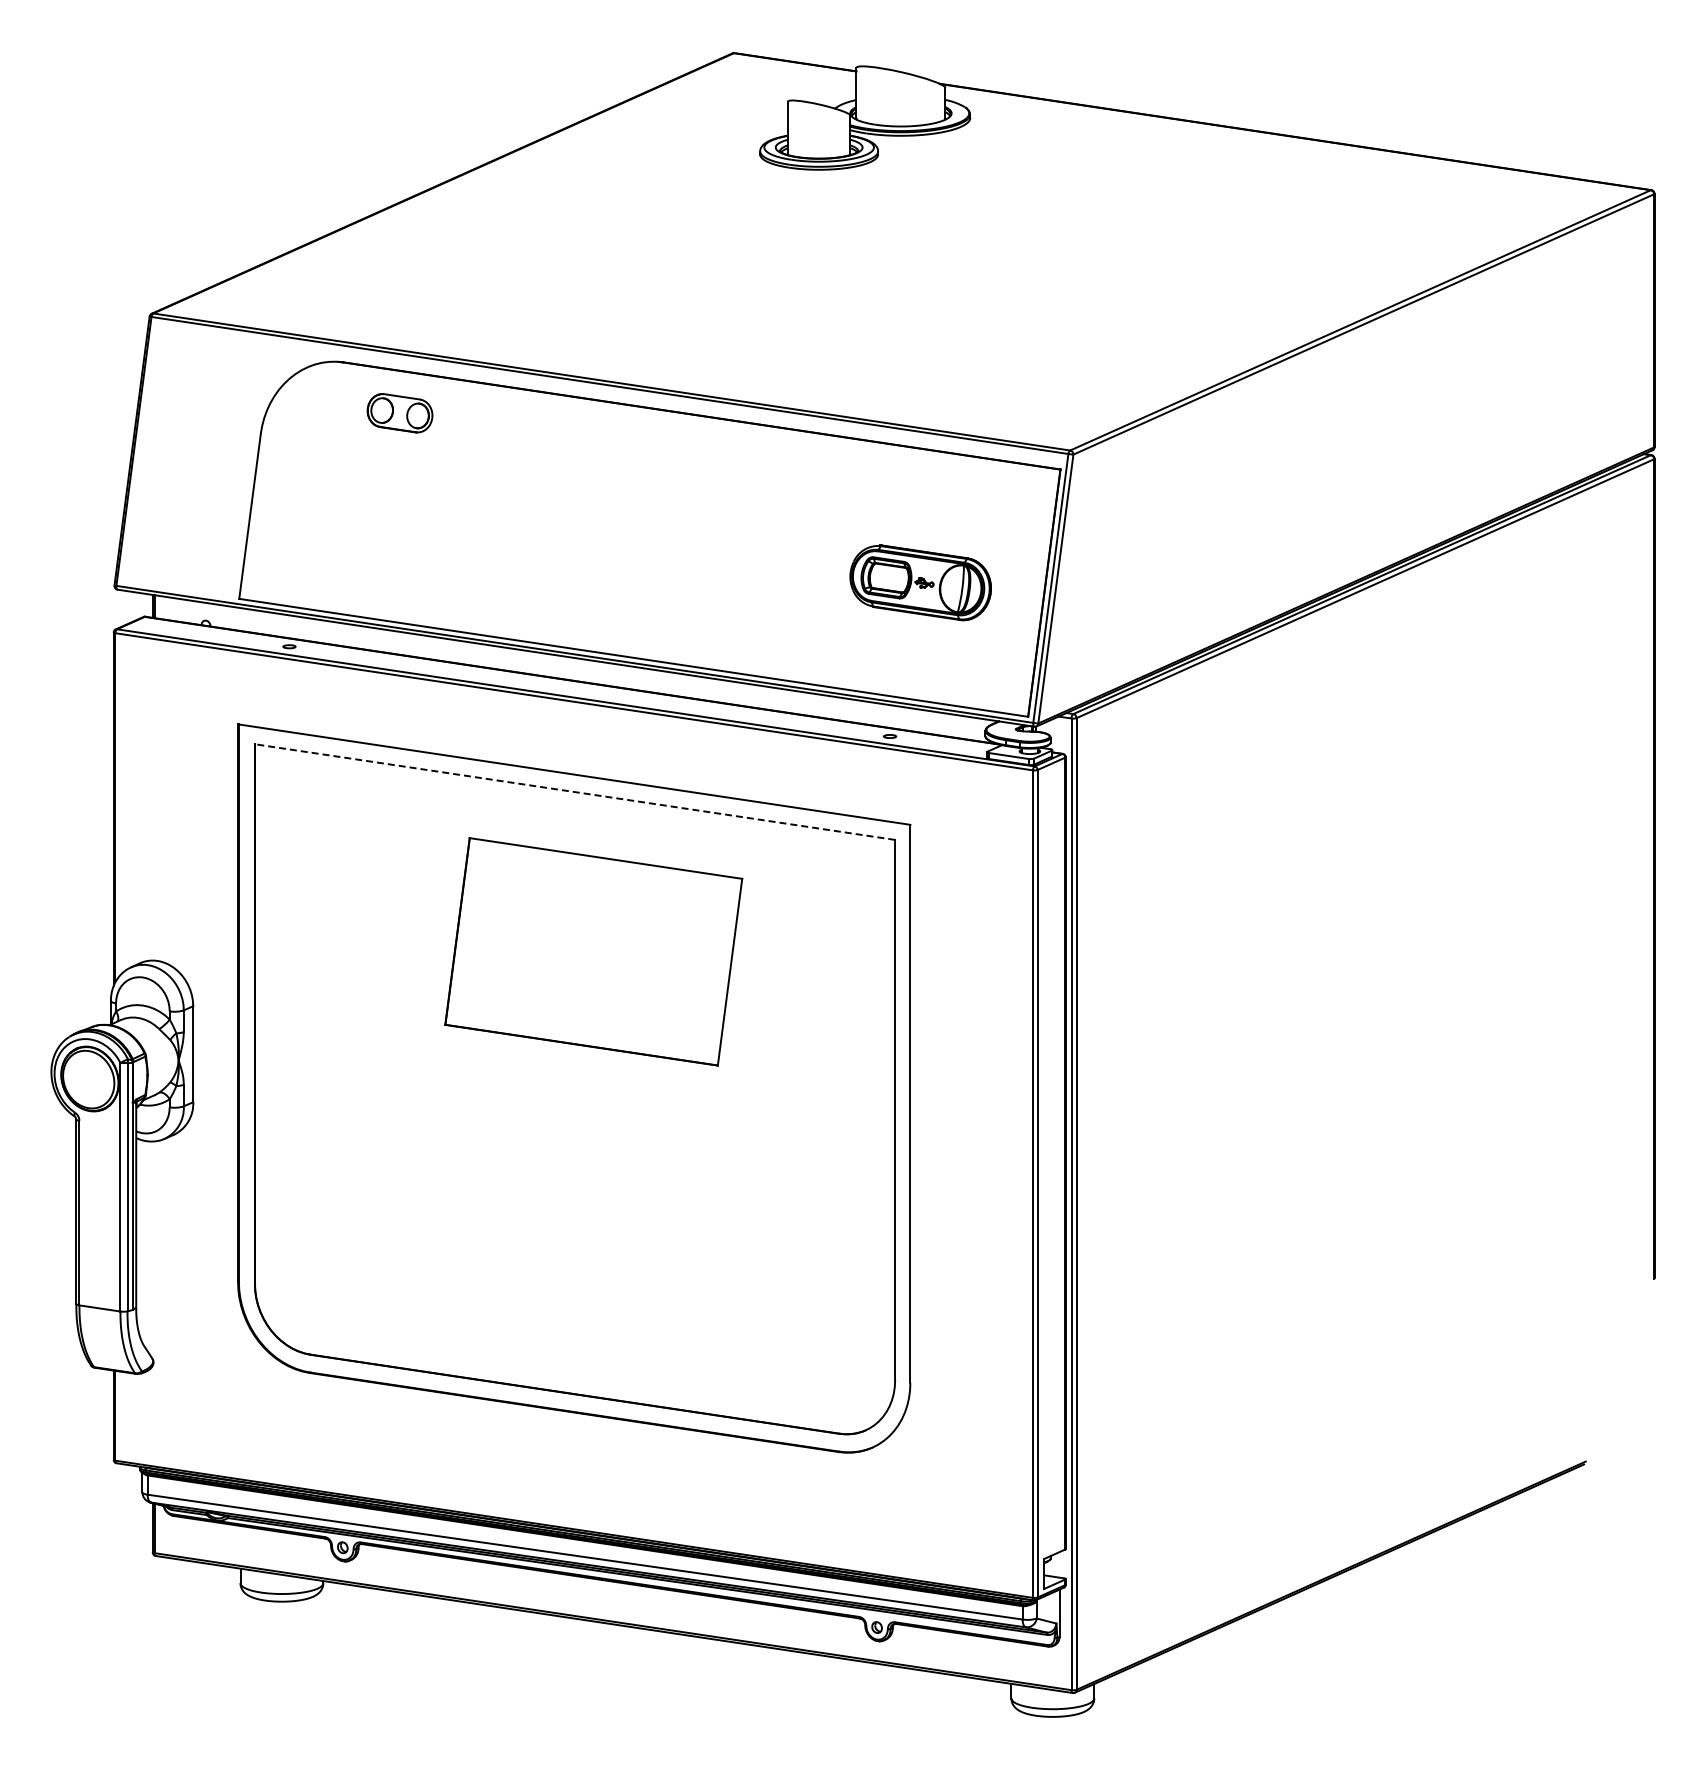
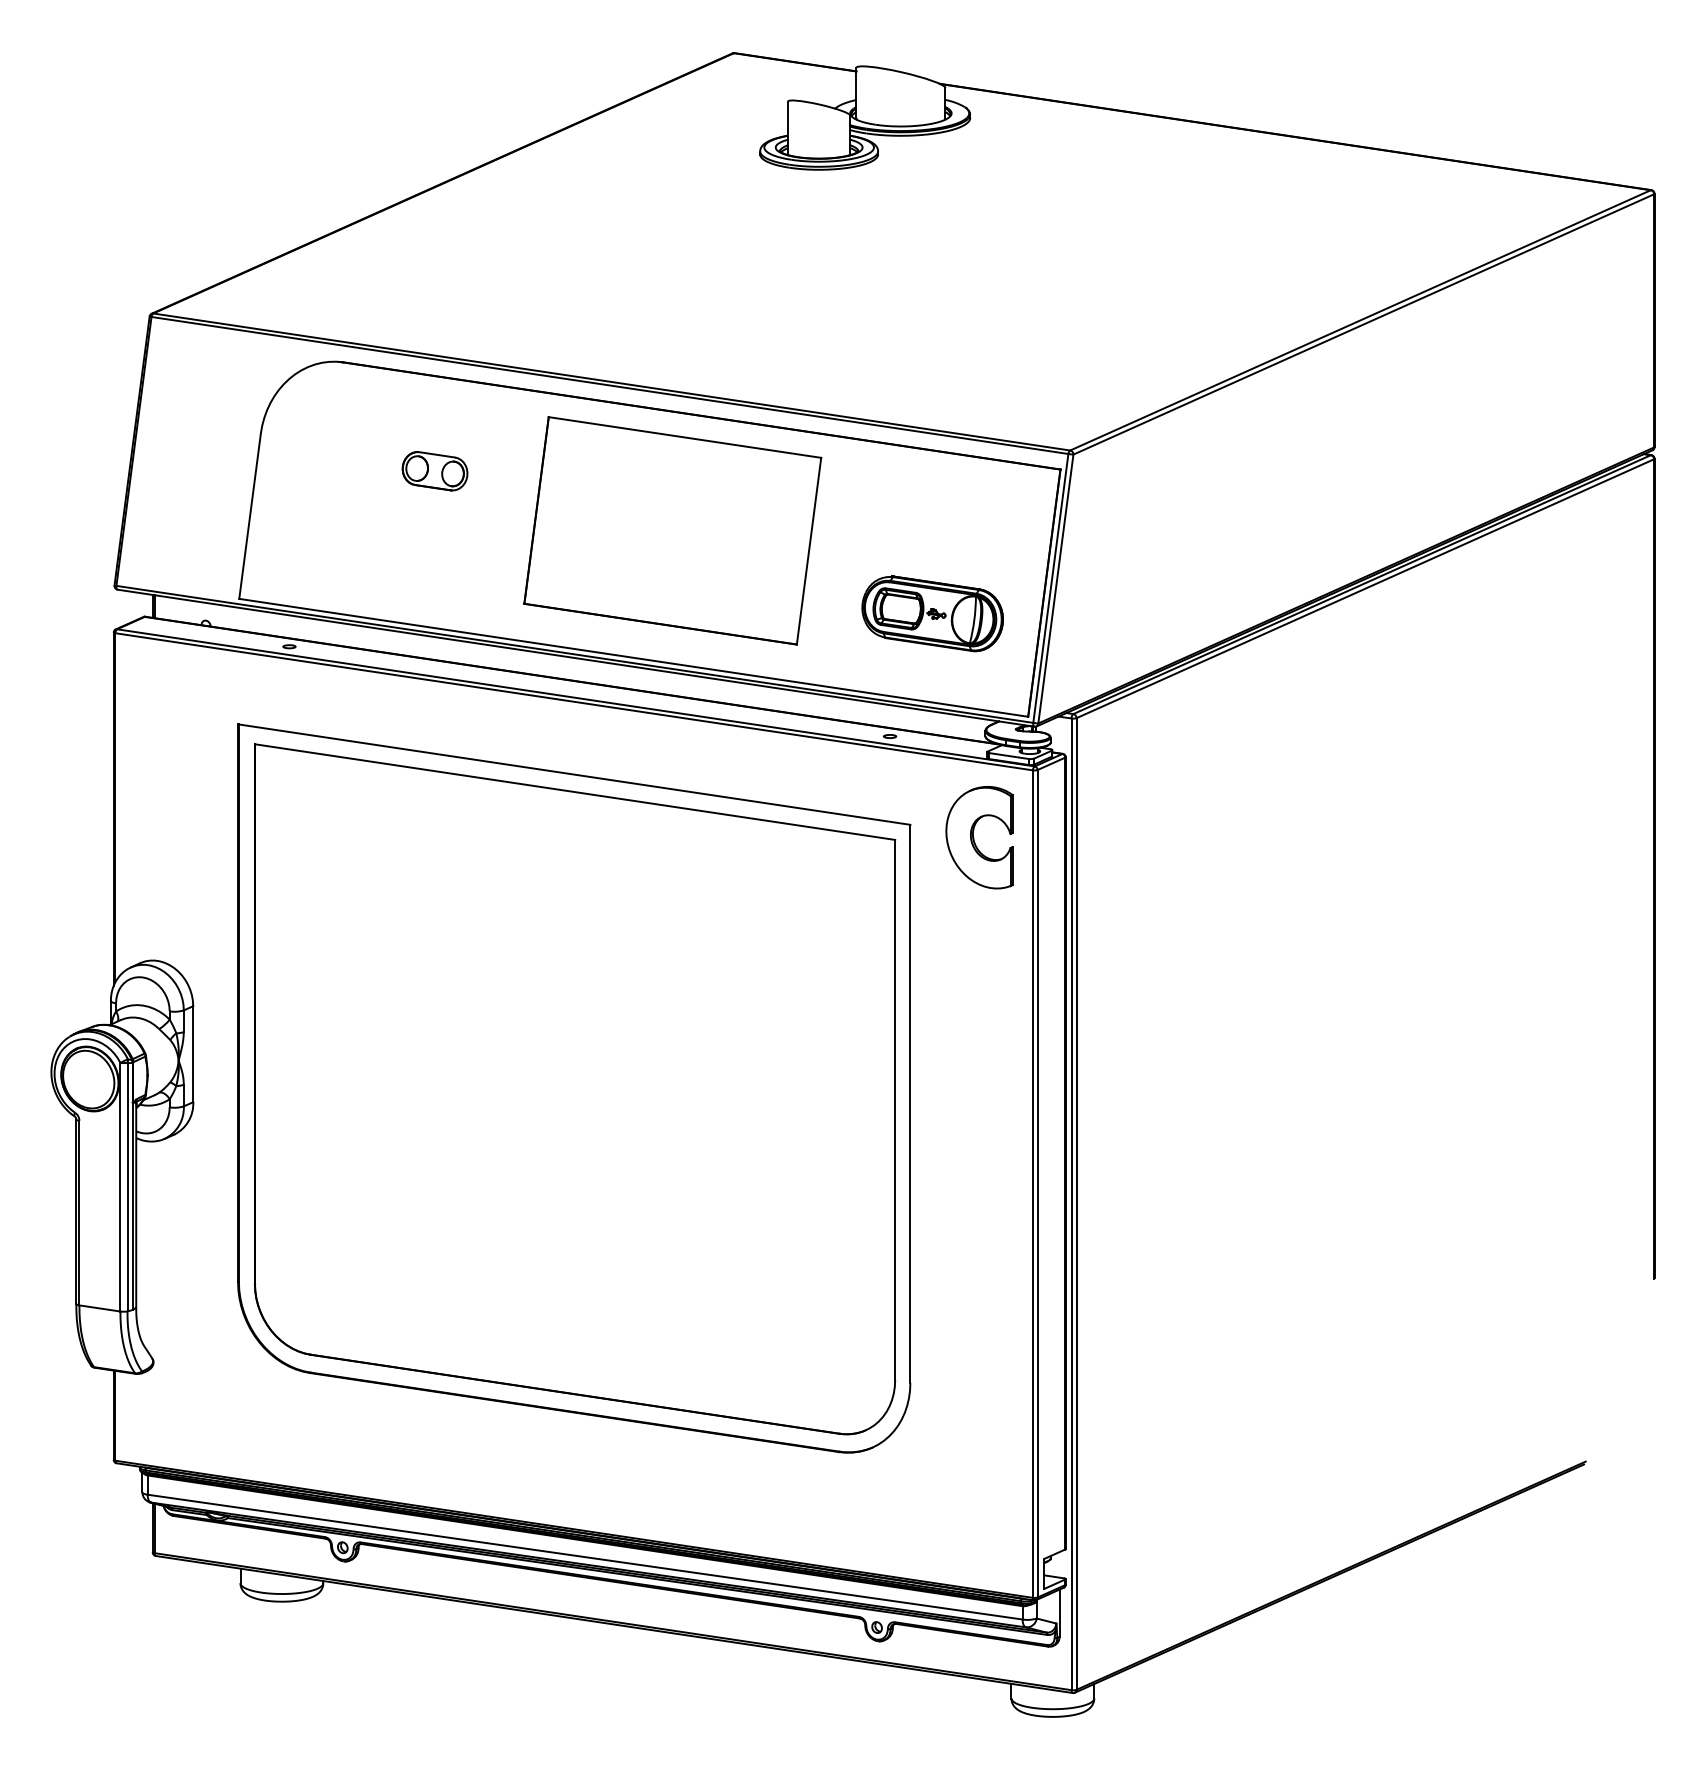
part at (399, 413) position: (399, 413) -> (434, 471)
part at (920, 582) position: (920, 582) -> (932, 613)
line at (575, 792): dashed -> solid
part at (979, 837): none -> present
part at (593, 951) position: (593, 951) -> (672, 530)
